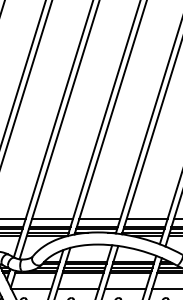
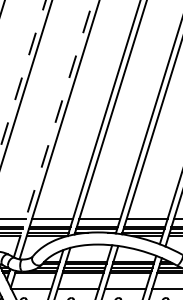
line at (23, 74): solid -> dashed
line at (53, 128): solid -> dashed
